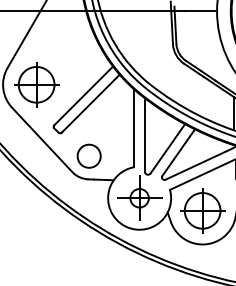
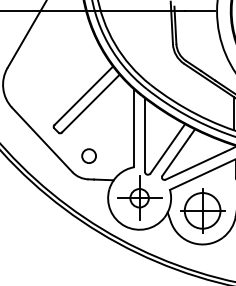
part at (36, 84): present -> none
circle at (88, 155) size: 26x26 px -> 16x16 px
